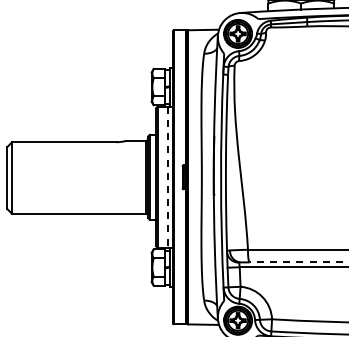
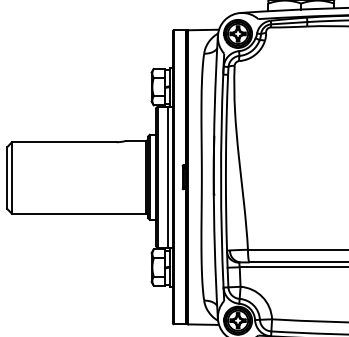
line at (167, 177): dashed -> solid
line at (298, 262): dashed -> solid
